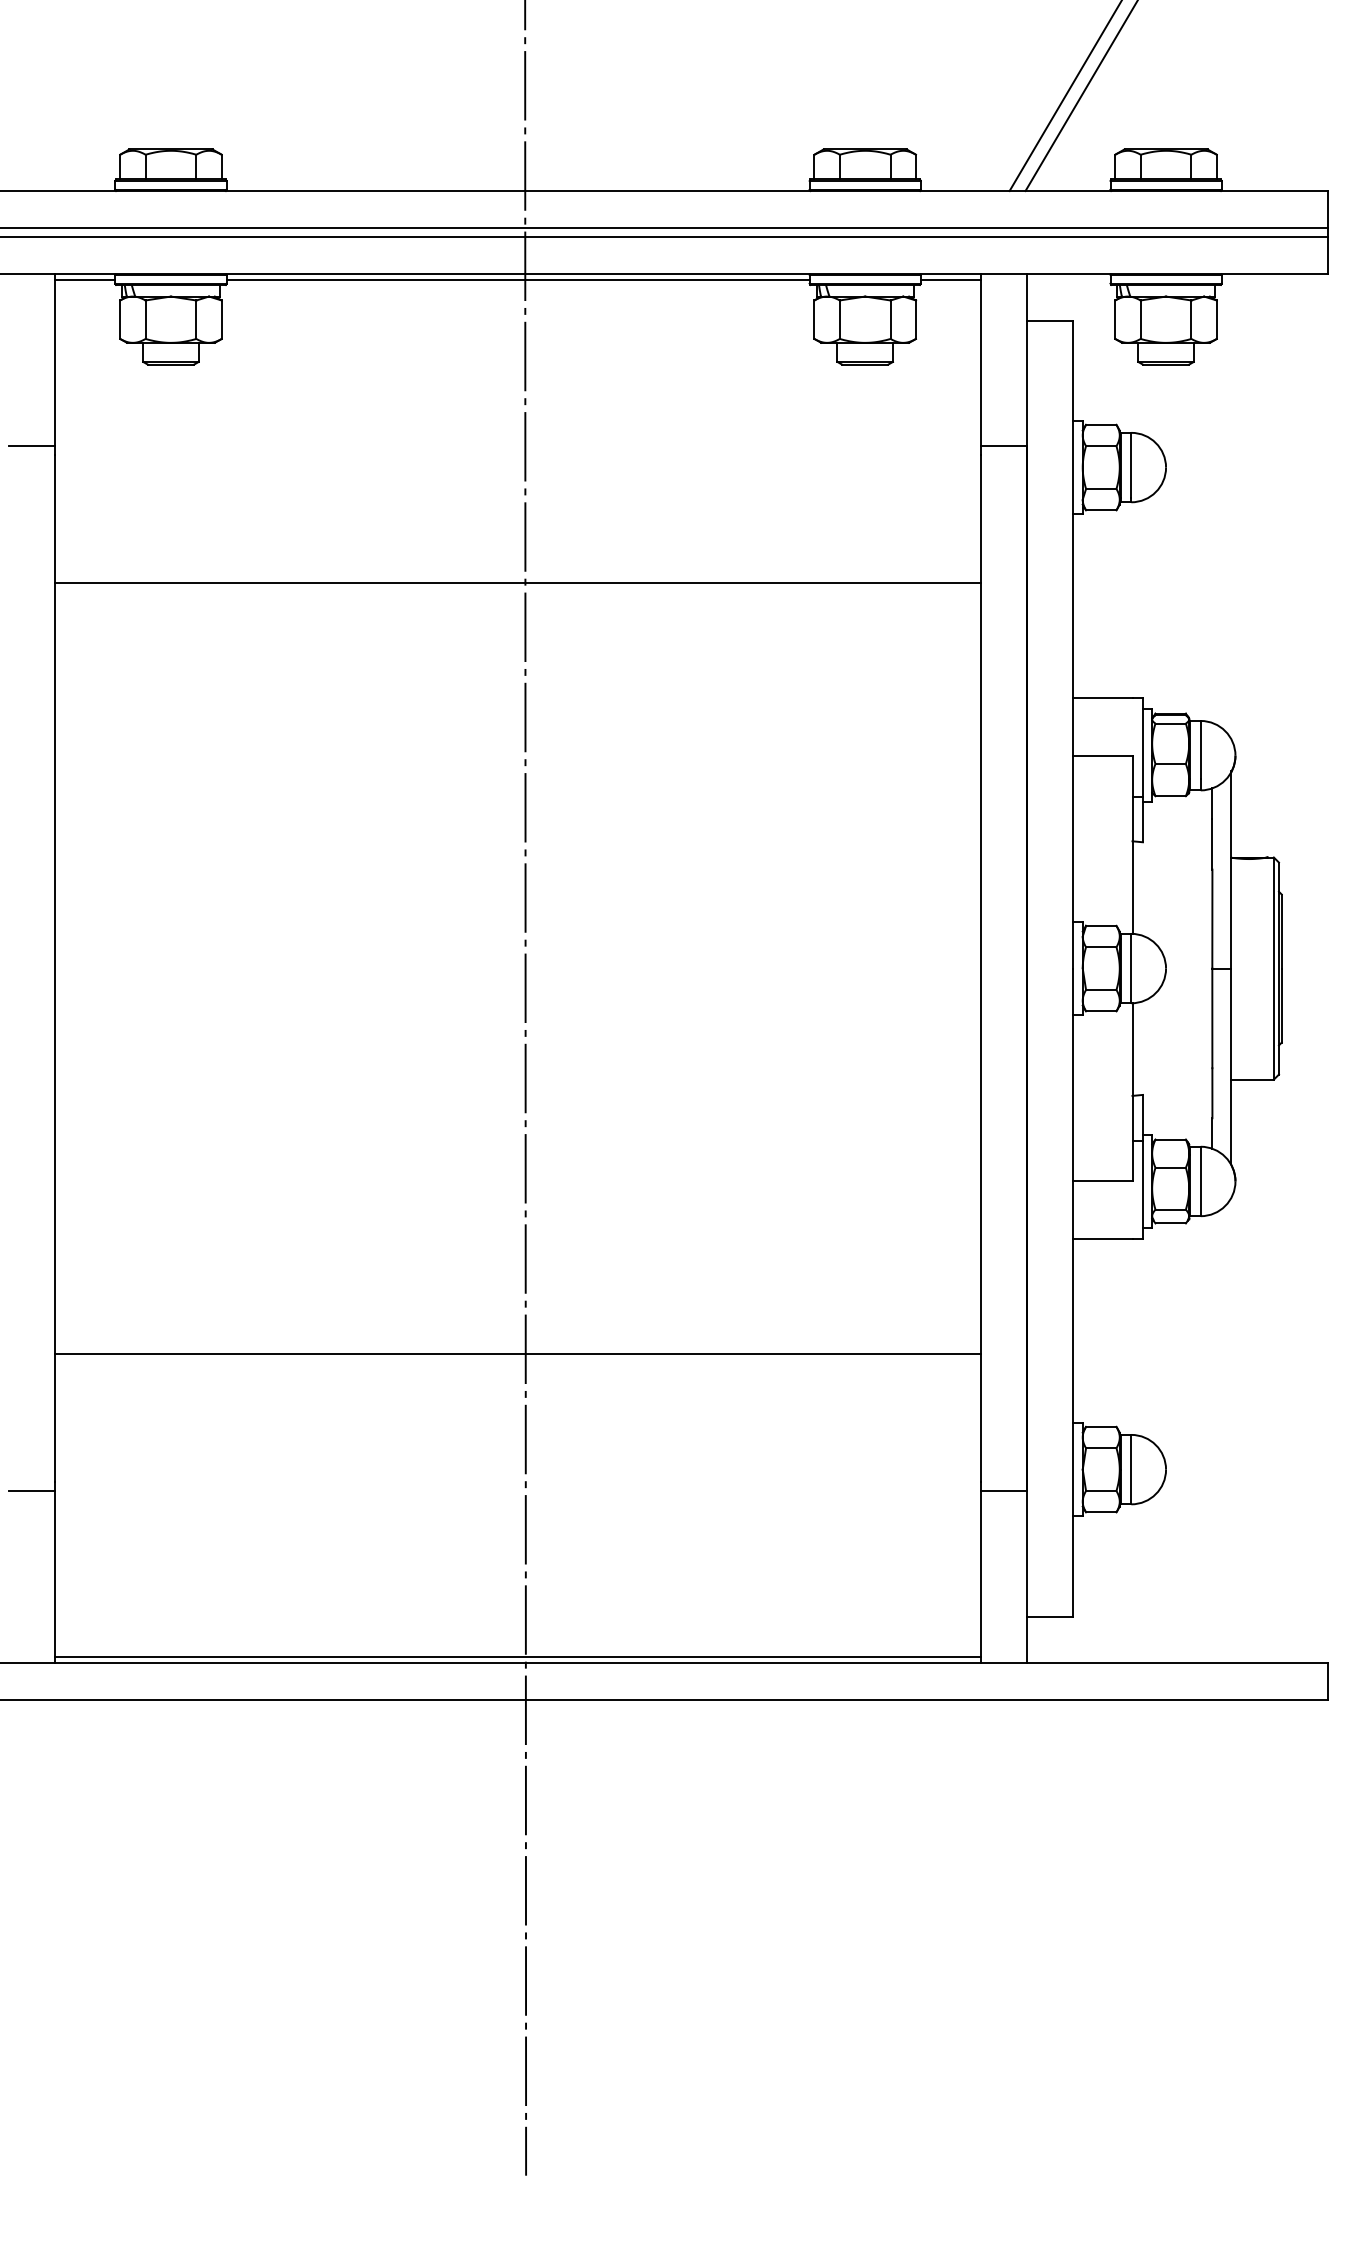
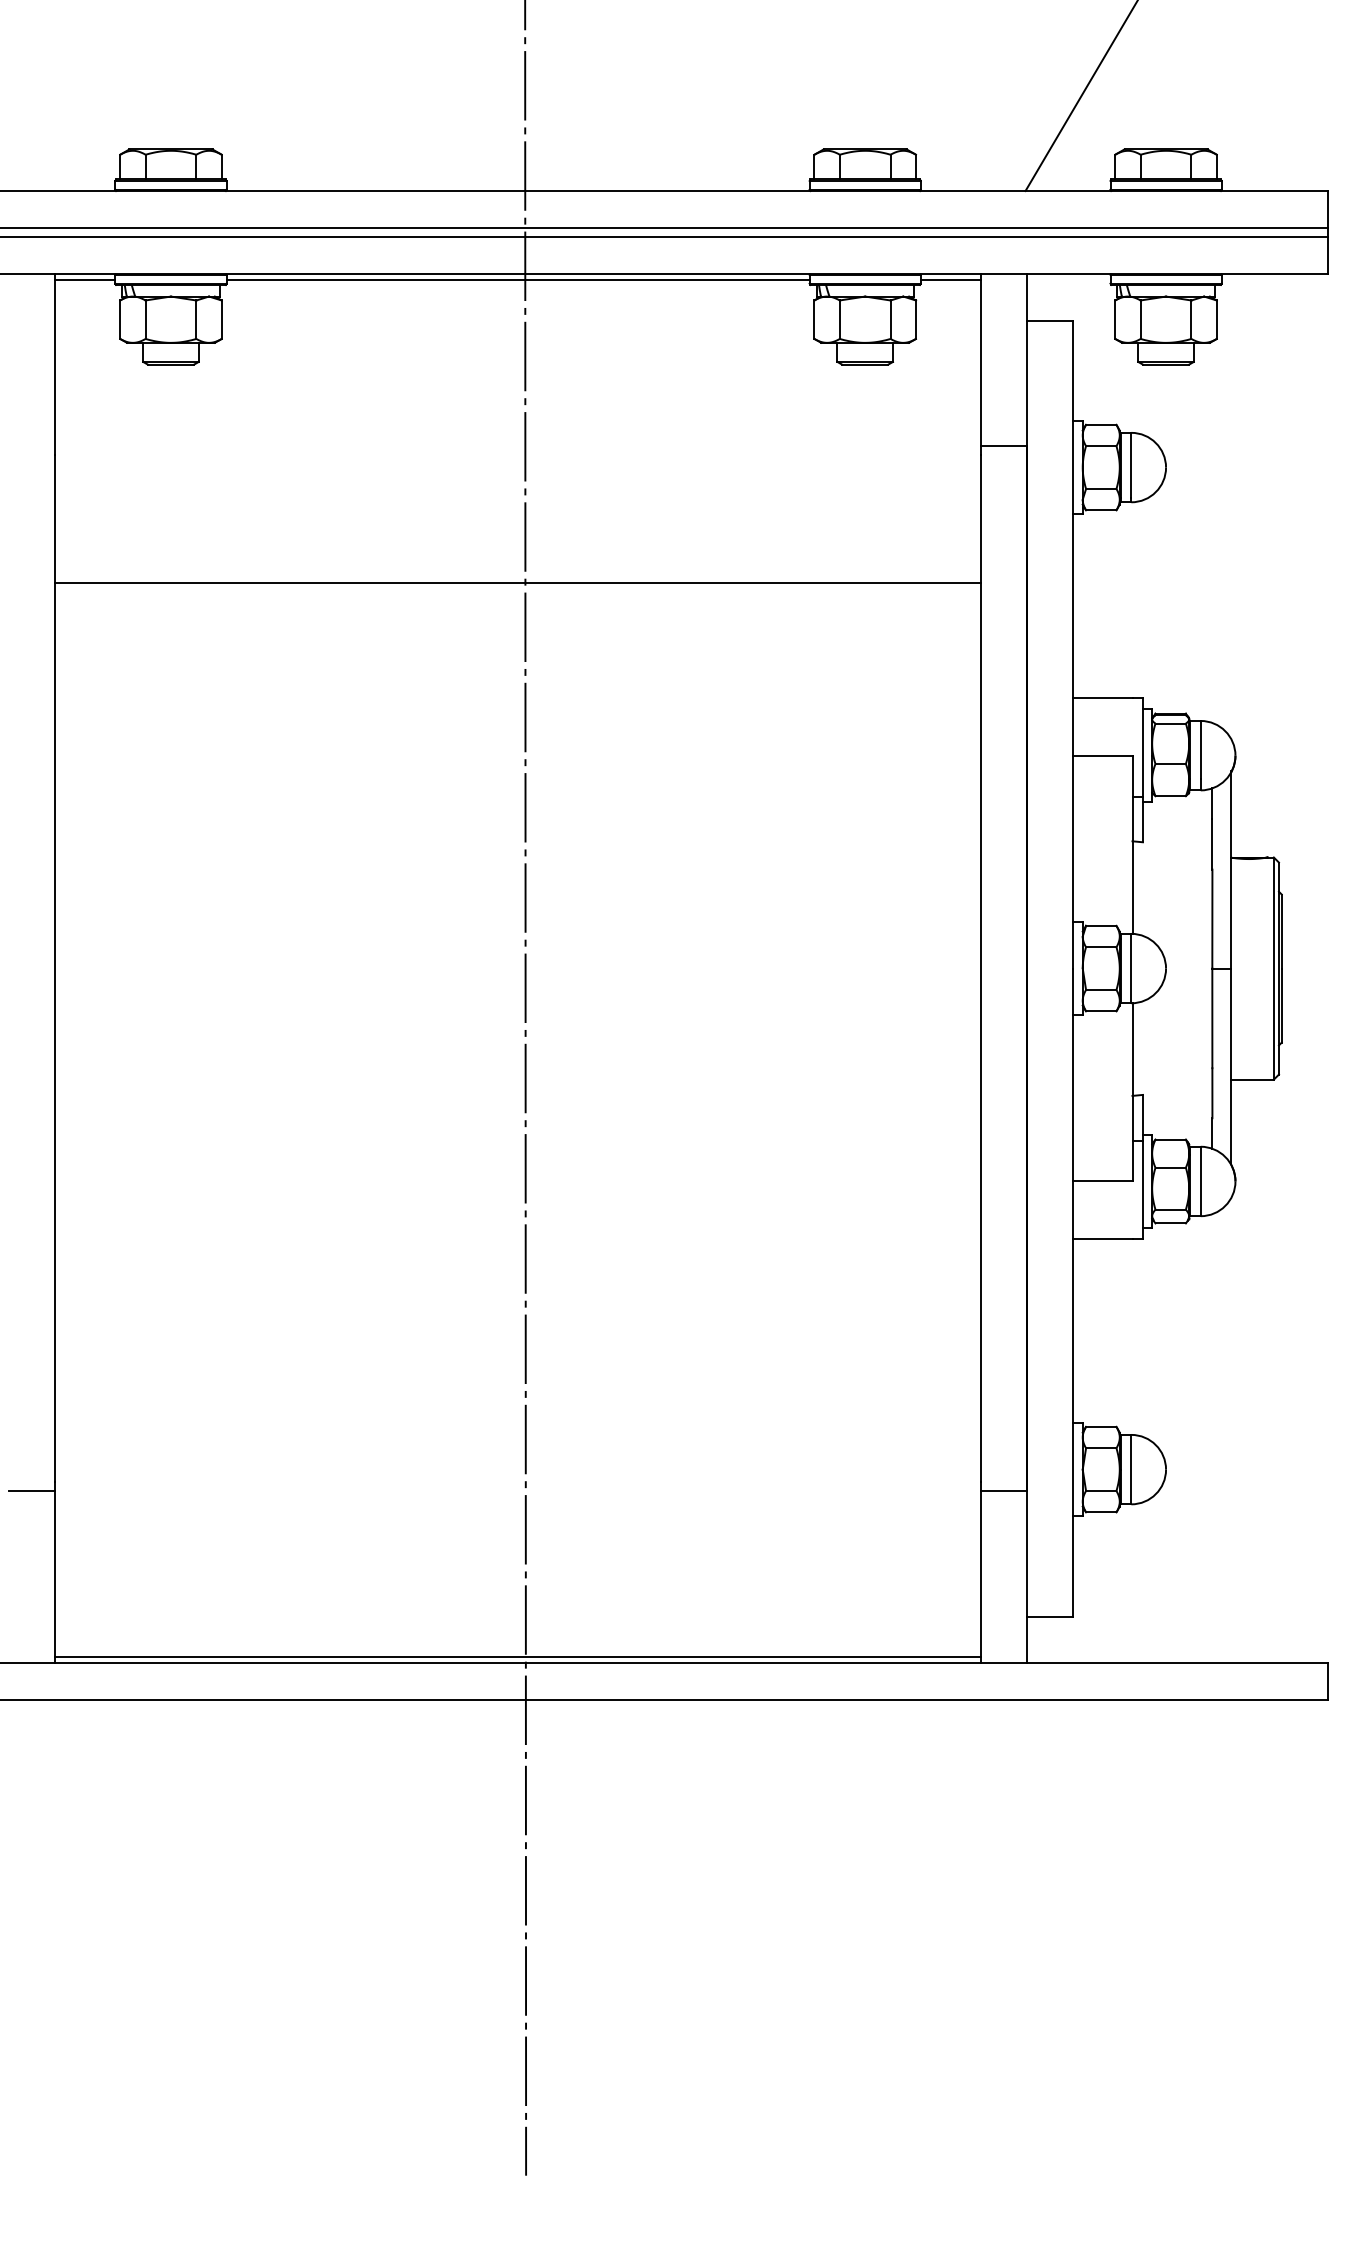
line at (1064, 96): present -> none
line at (32, 446): present -> none
line at (517, 1354): present -> none
